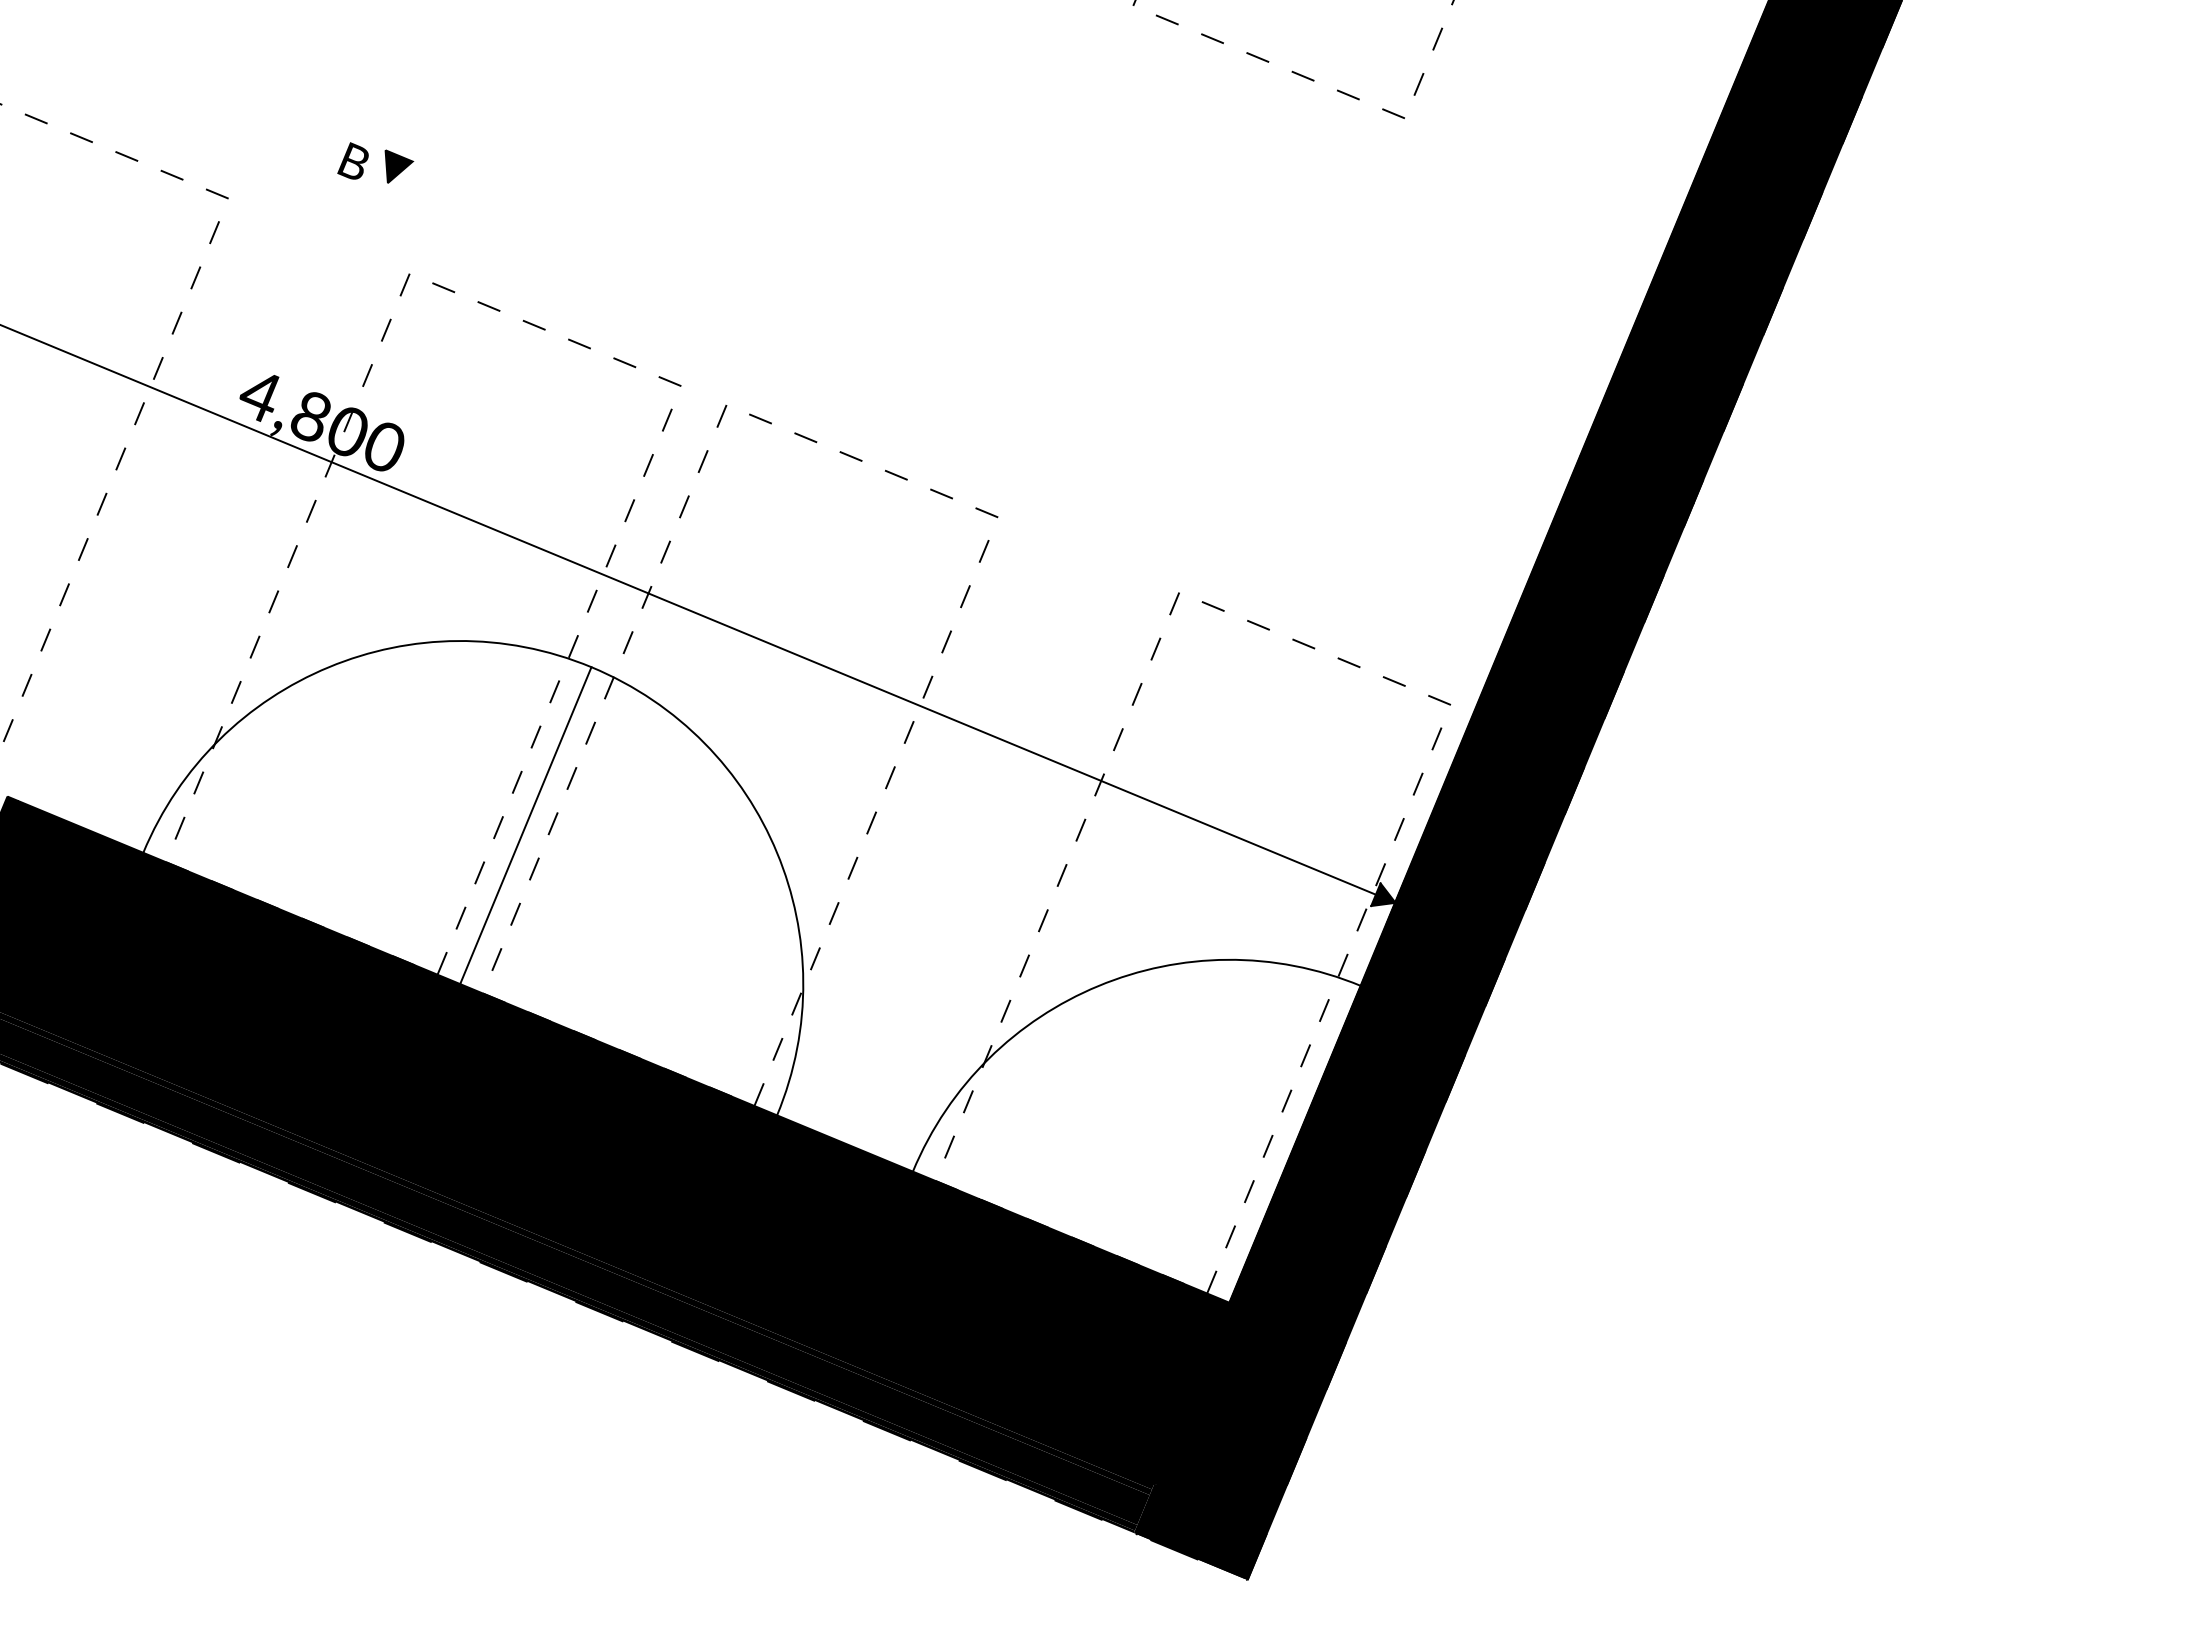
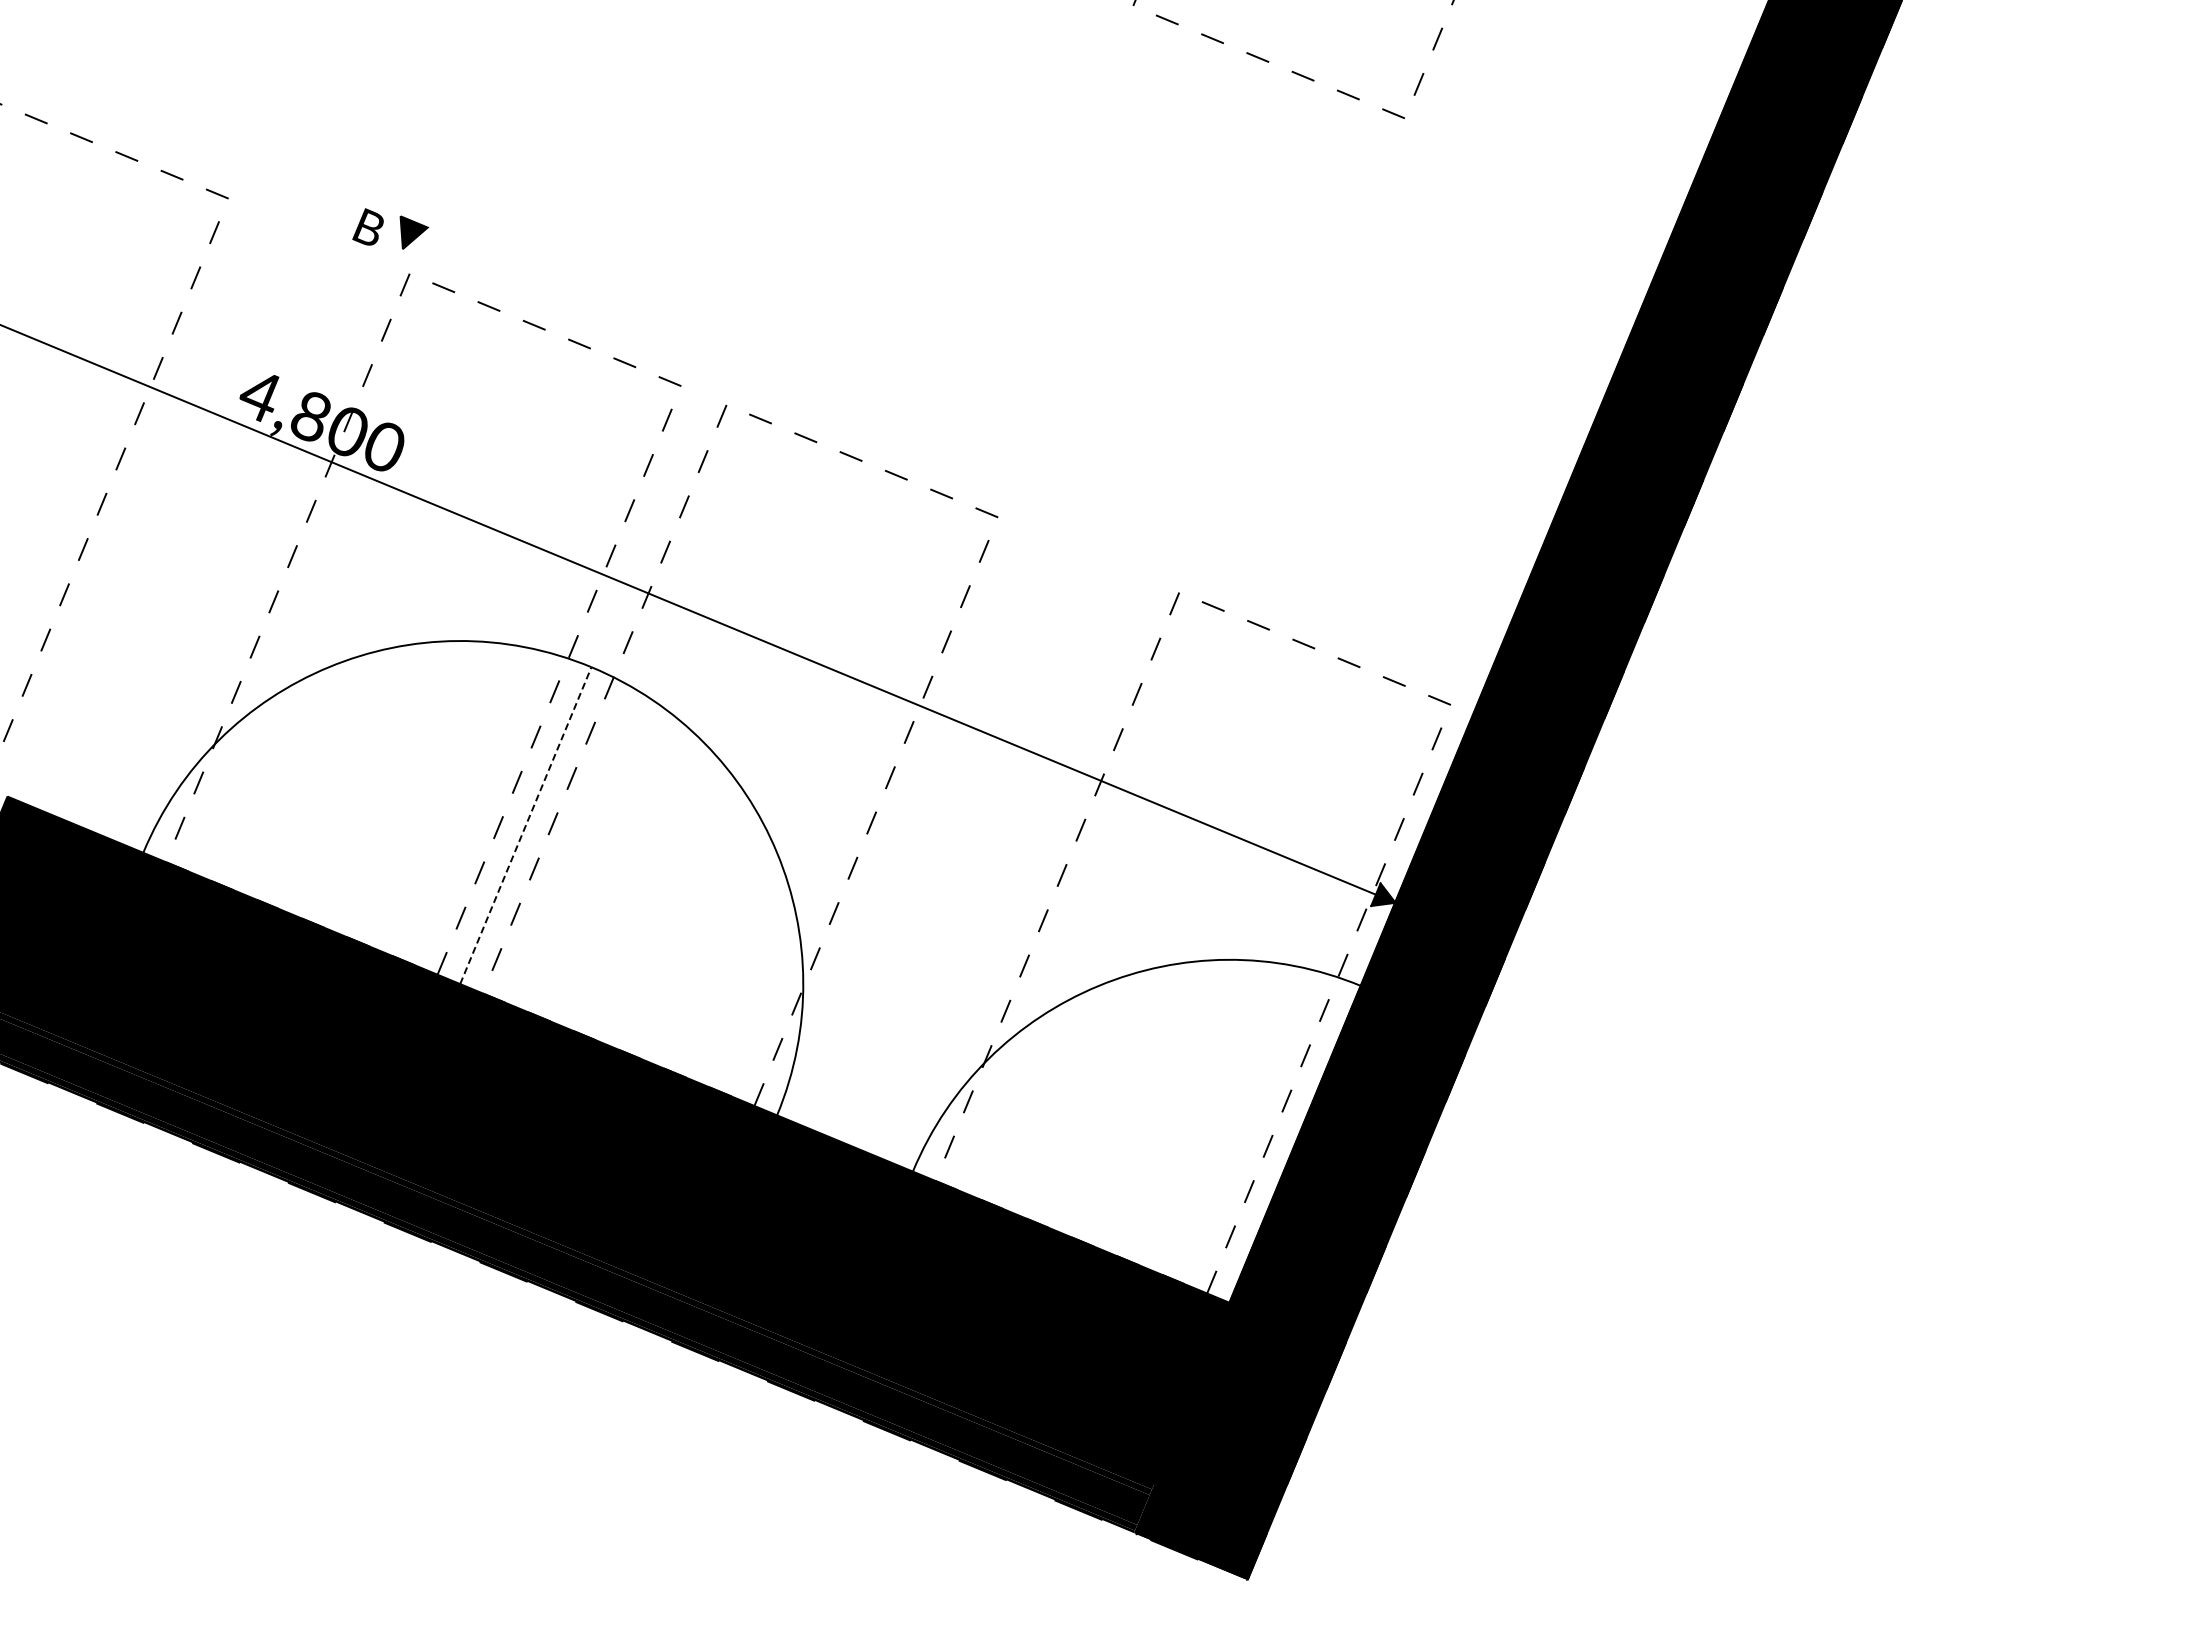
part at (368, 158) position: (368, 158) -> (383, 224)
line at (526, 825): solid -> dashed
